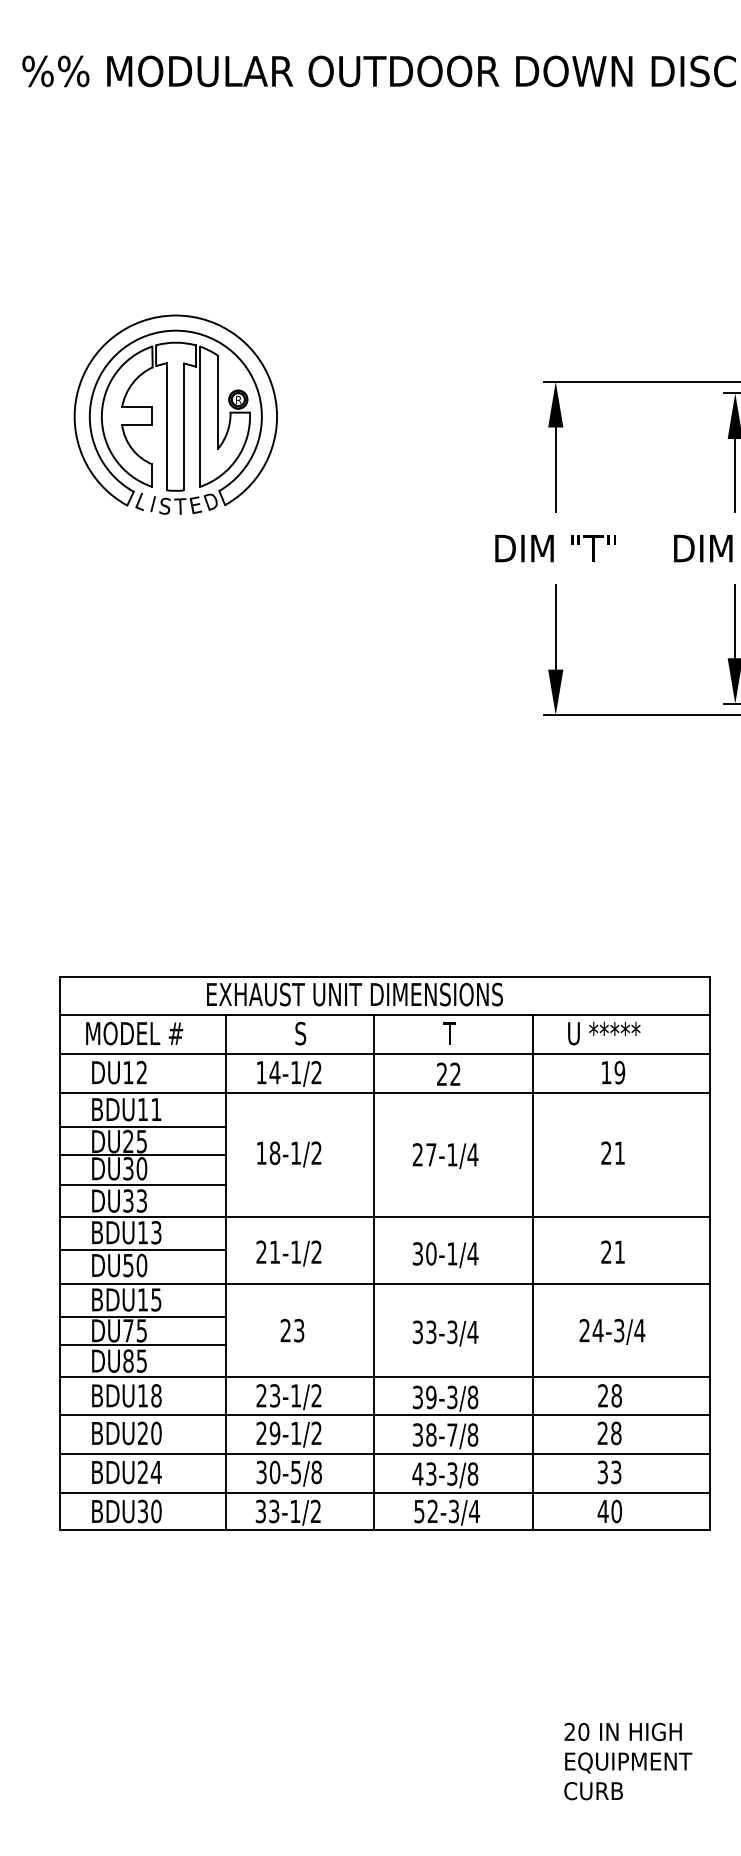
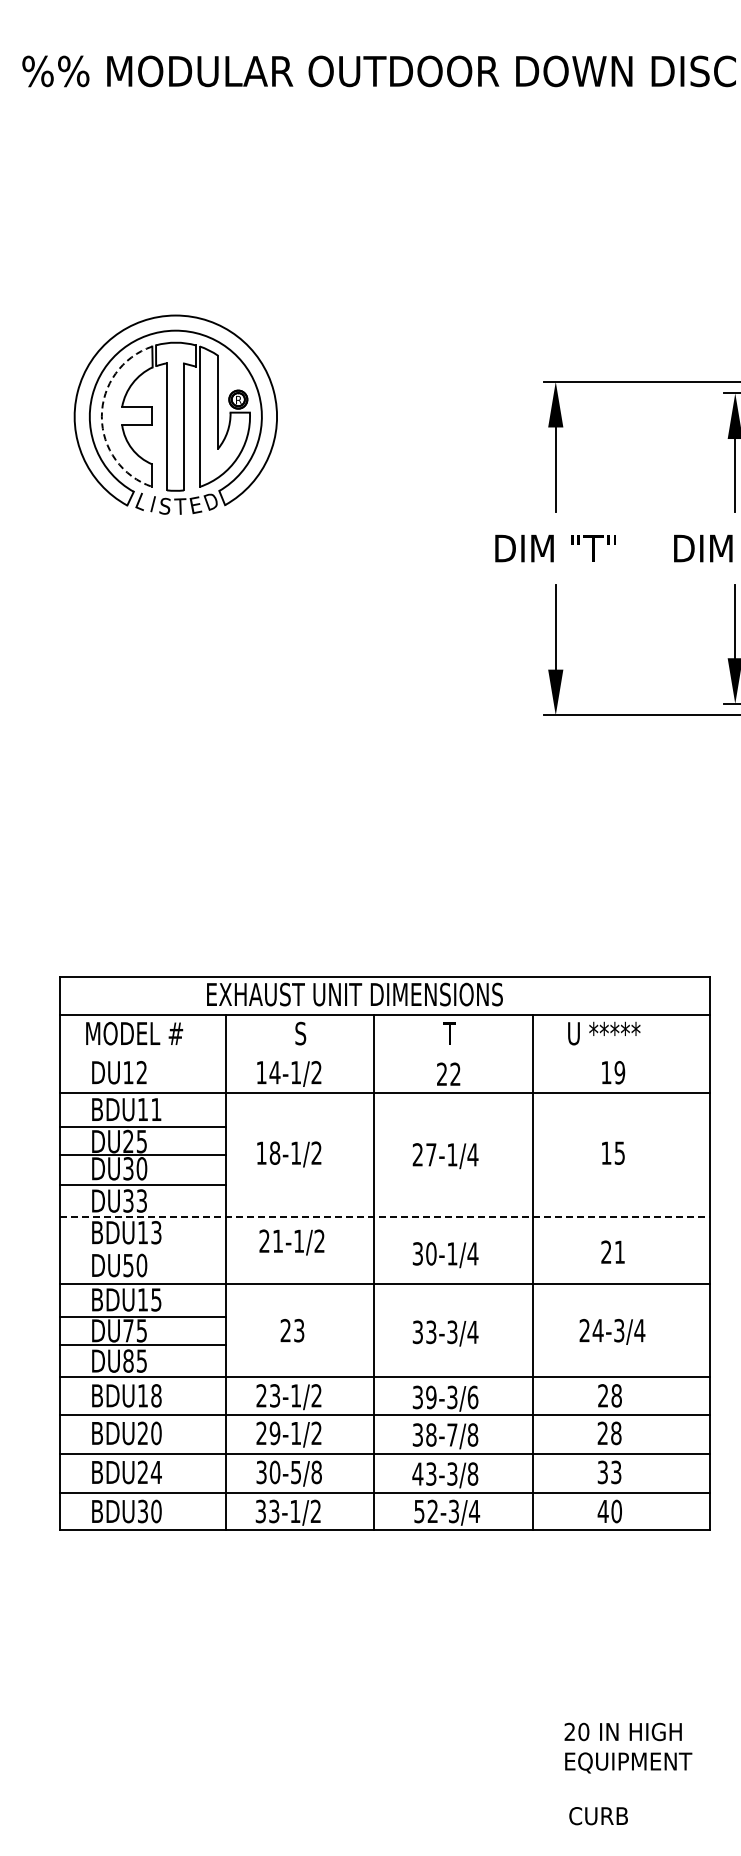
arc at (101, 416): solid -> dashed
line at (384, 1054): present -> none
text at (612, 1152): 21 -> 15
line at (385, 1217): solid -> dashed
line at (142, 1250): present -> none
text at (288, 1253) position: (288, 1253) -> (291, 1242)
text at (472, 1396): 39-3/8 -> 39-3/6
text at (593, 1791) position: (593, 1791) -> (598, 1816)
